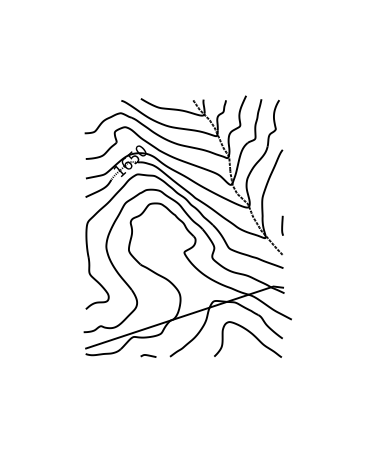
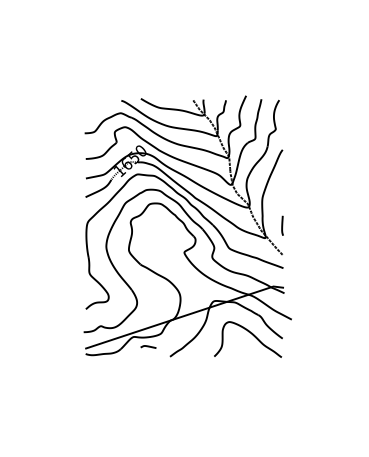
curve at (148, 355) position: (148, 355) -> (148, 346)
